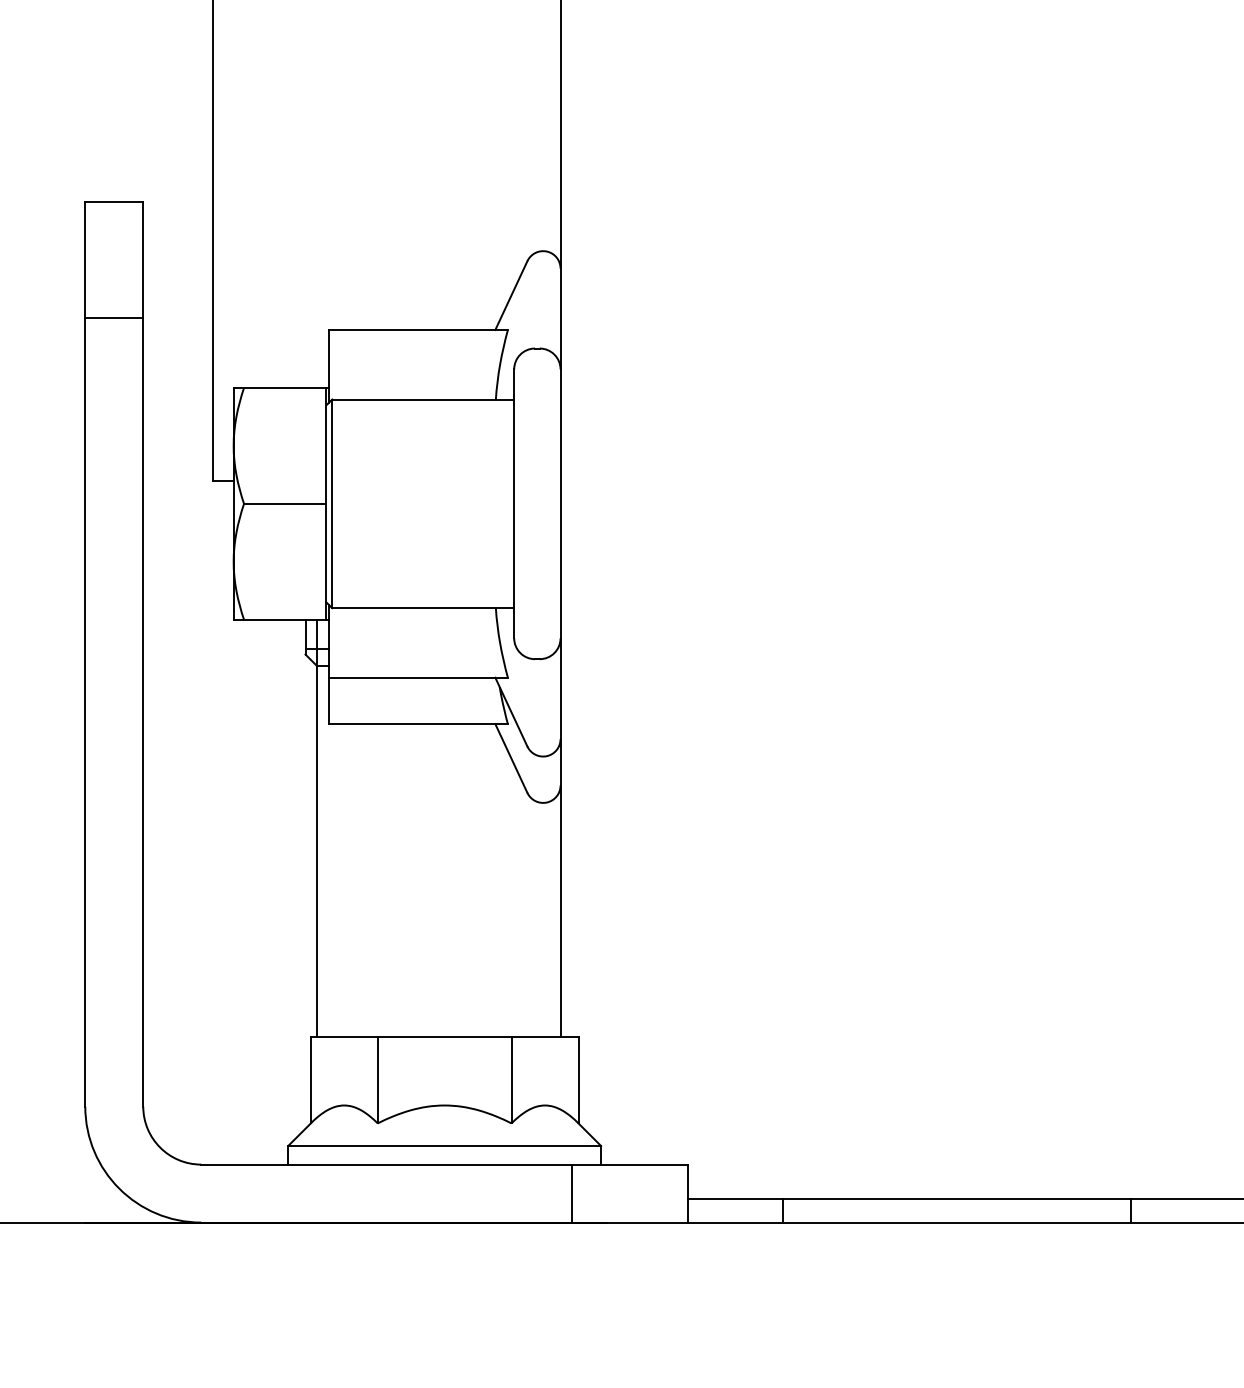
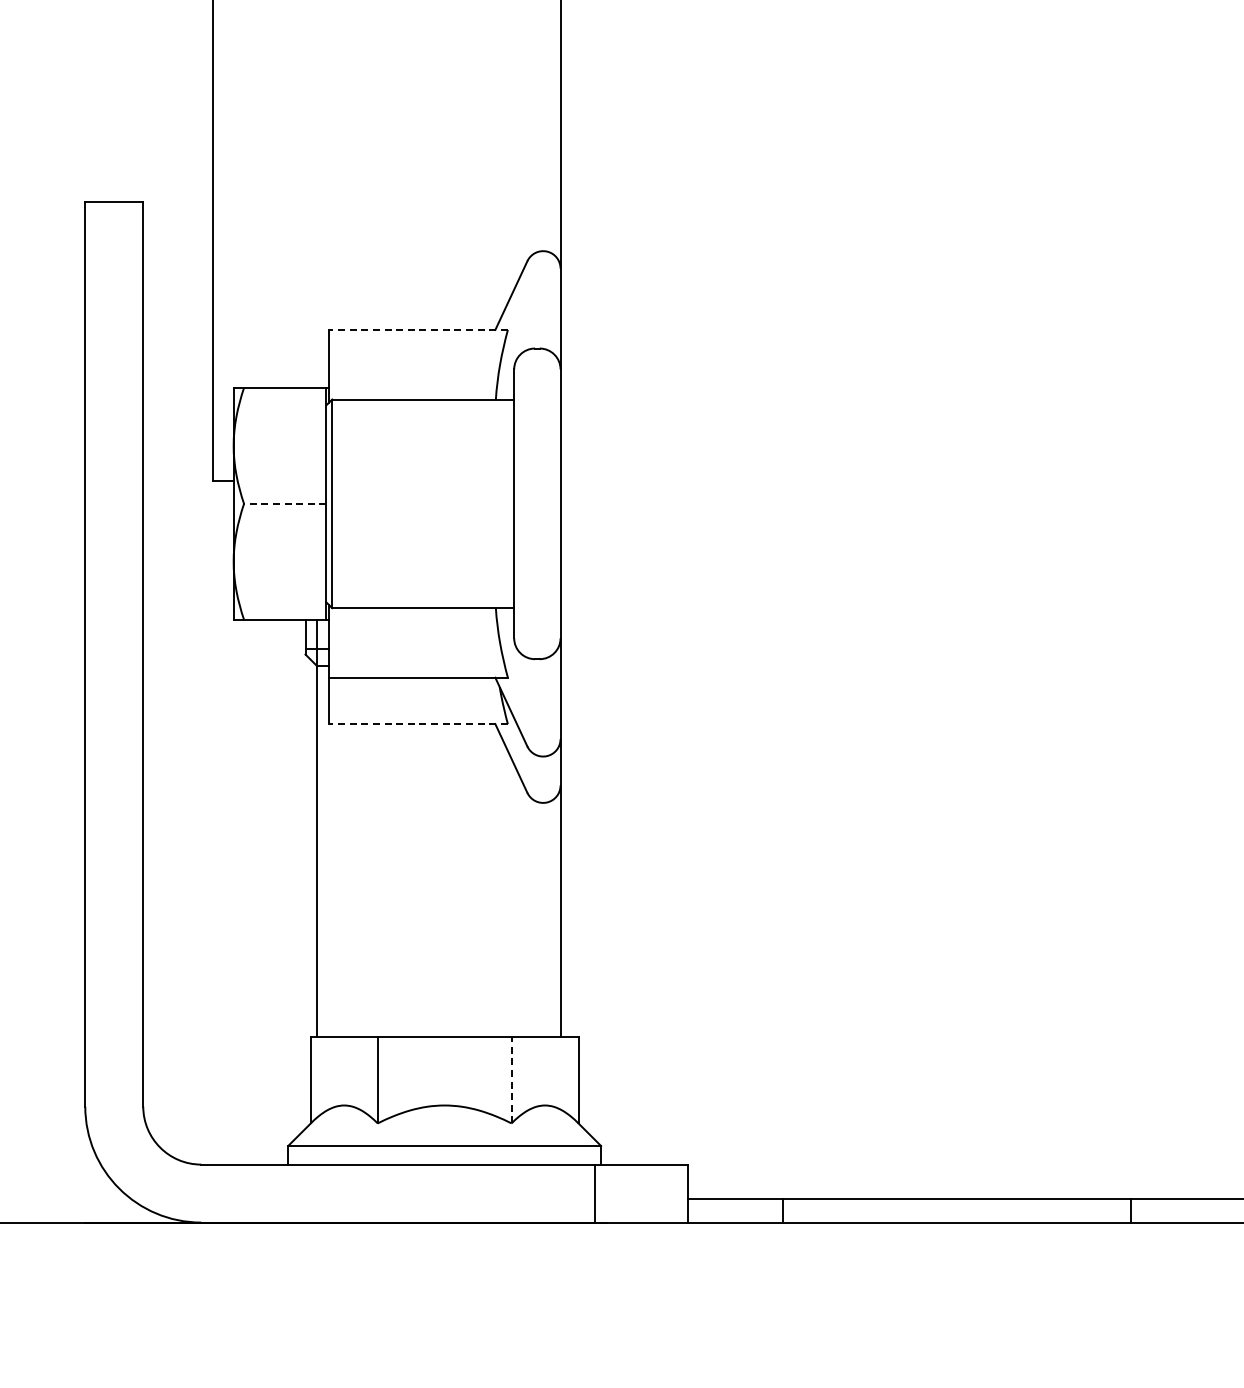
line at (114, 318): present -> none
line at (418, 329): solid -> dashed
line at (284, 503): solid -> dashed
line at (418, 724): solid -> dashed
line at (511, 1079): solid -> dashed
line at (572, 1193) position: (572, 1193) -> (595, 1193)
